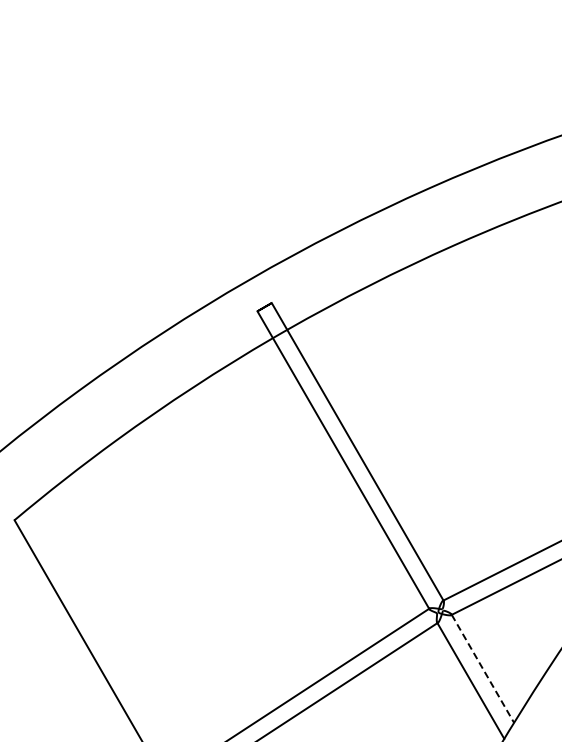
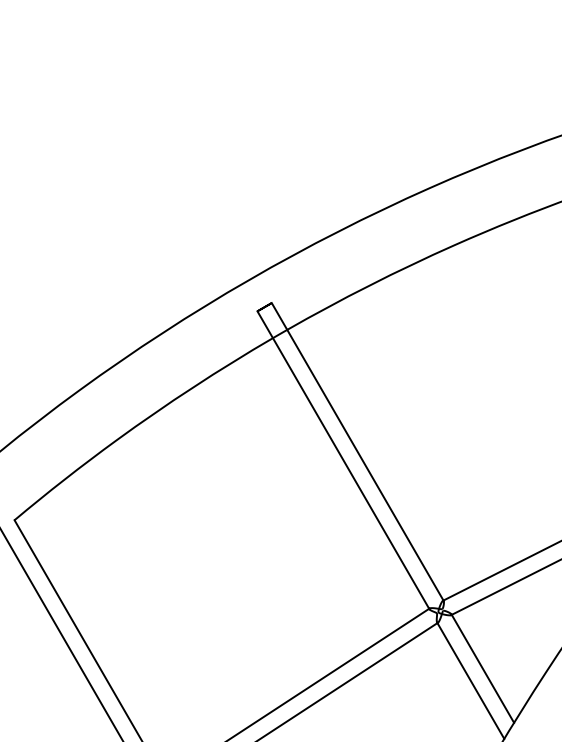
line at (61, 635): none -> present
line at (483, 669): dashed -> solid
